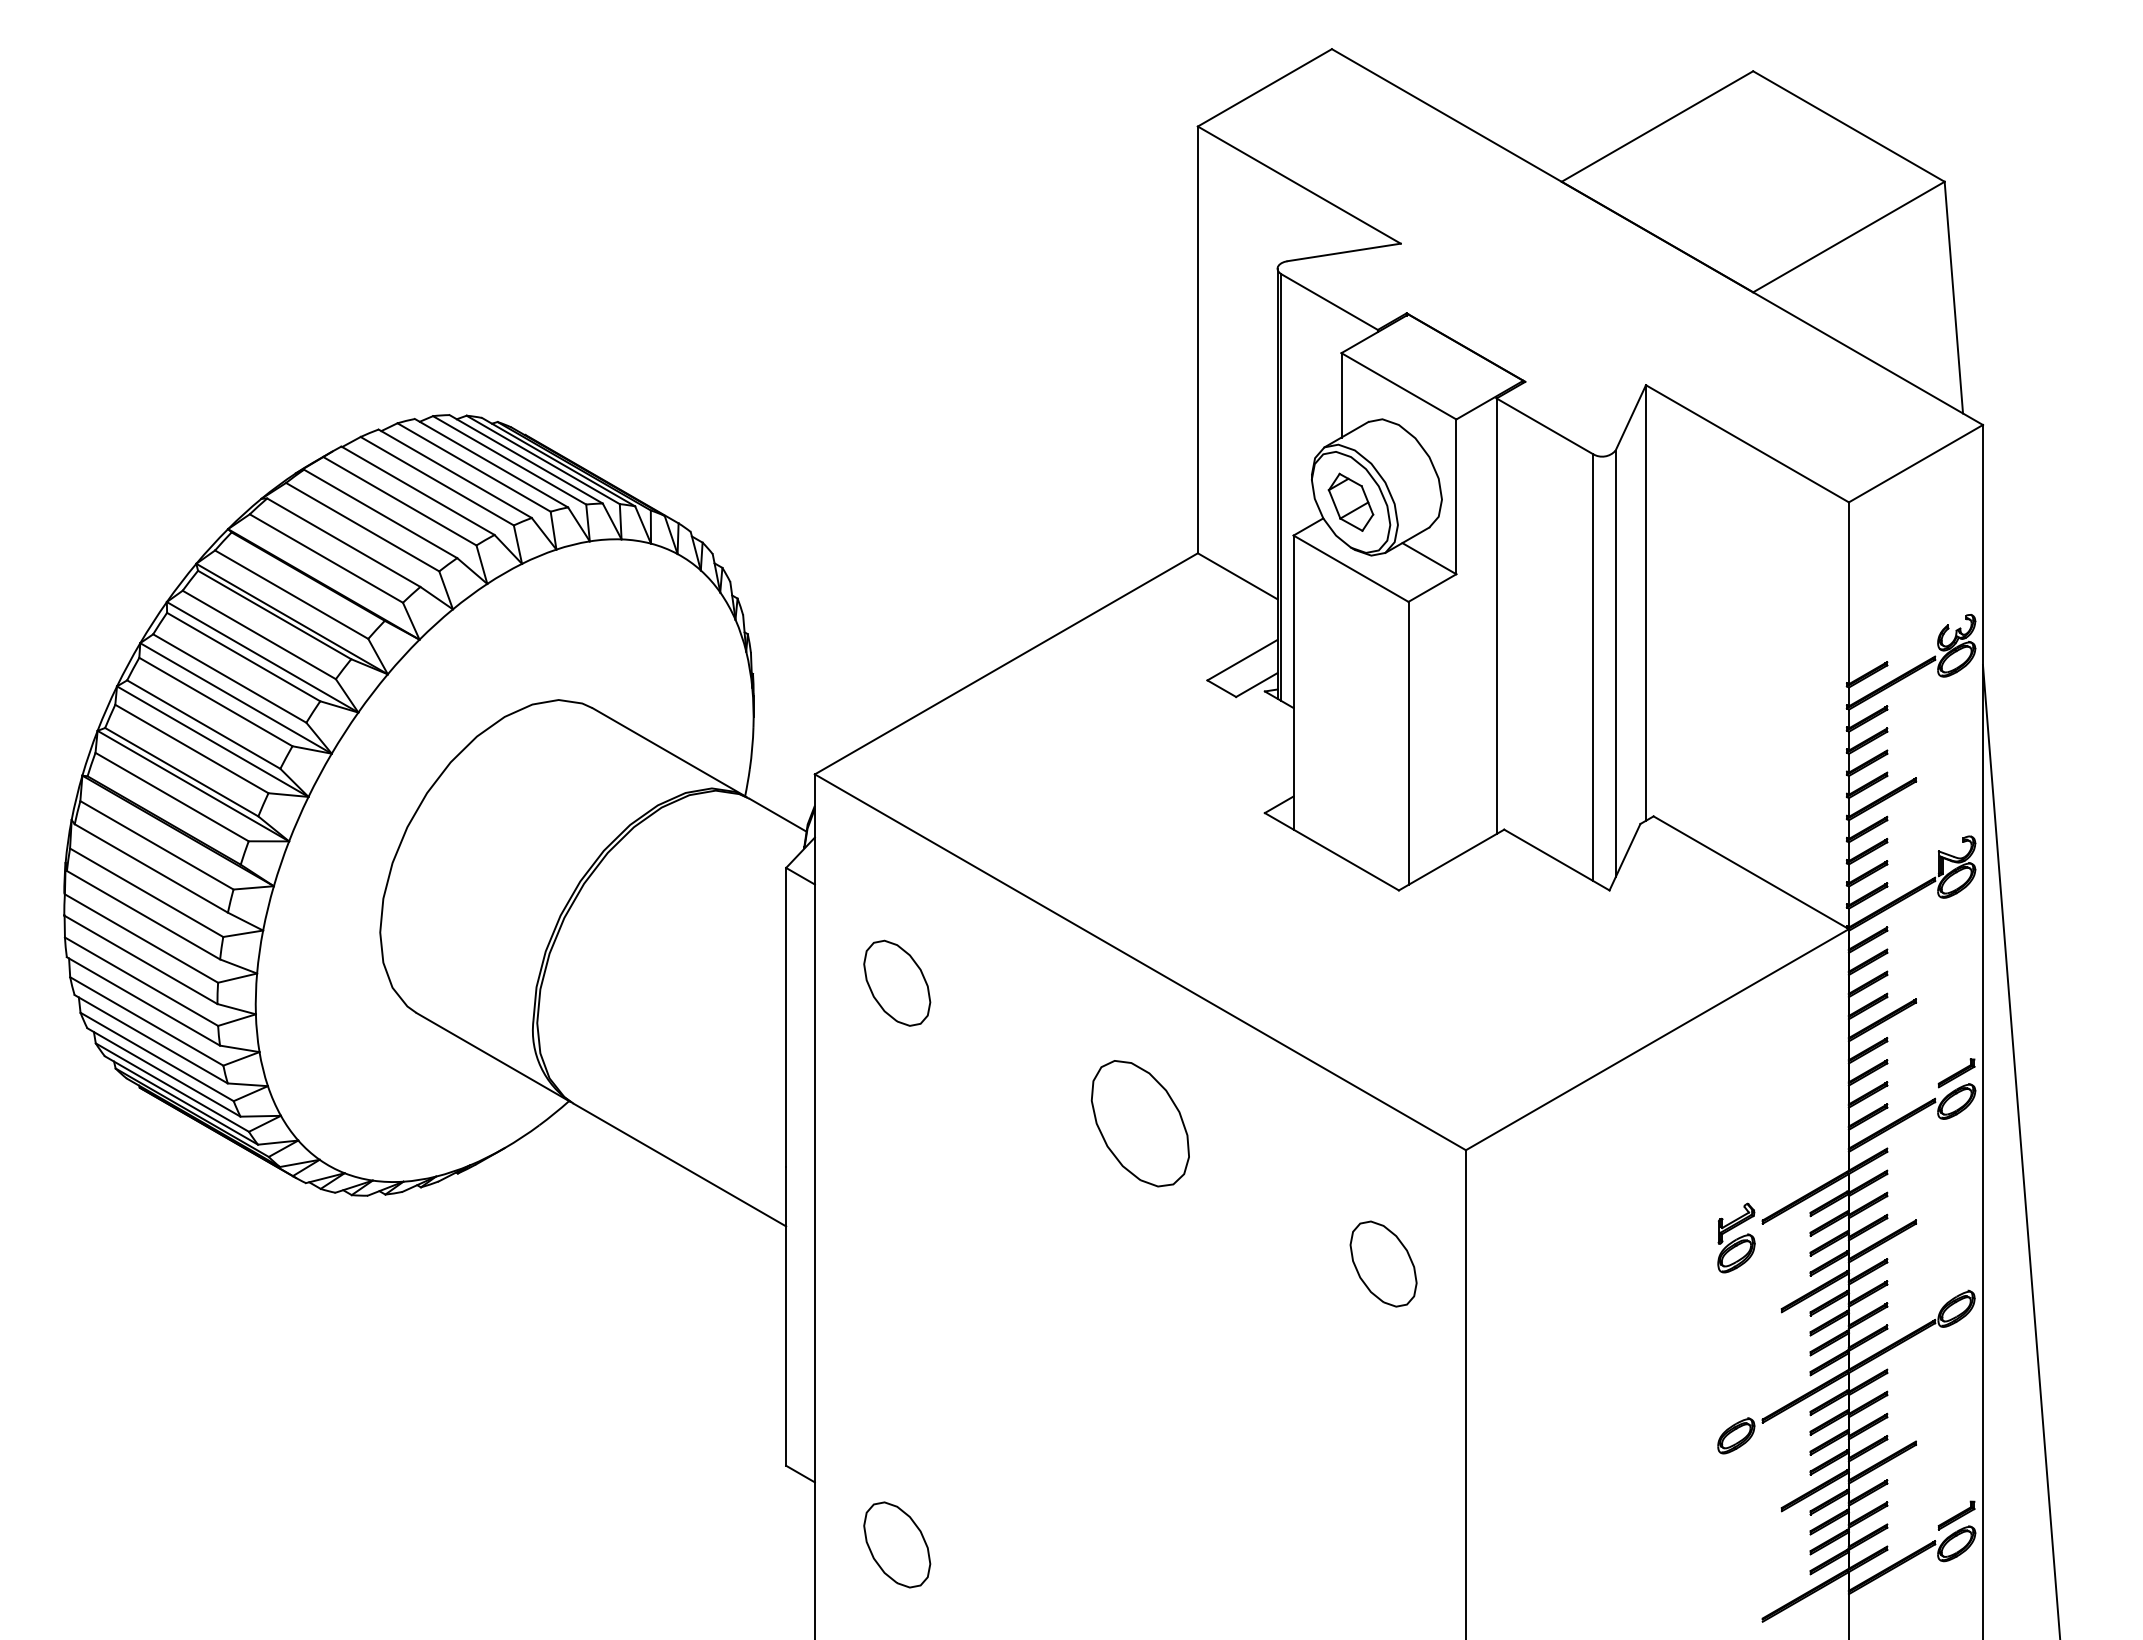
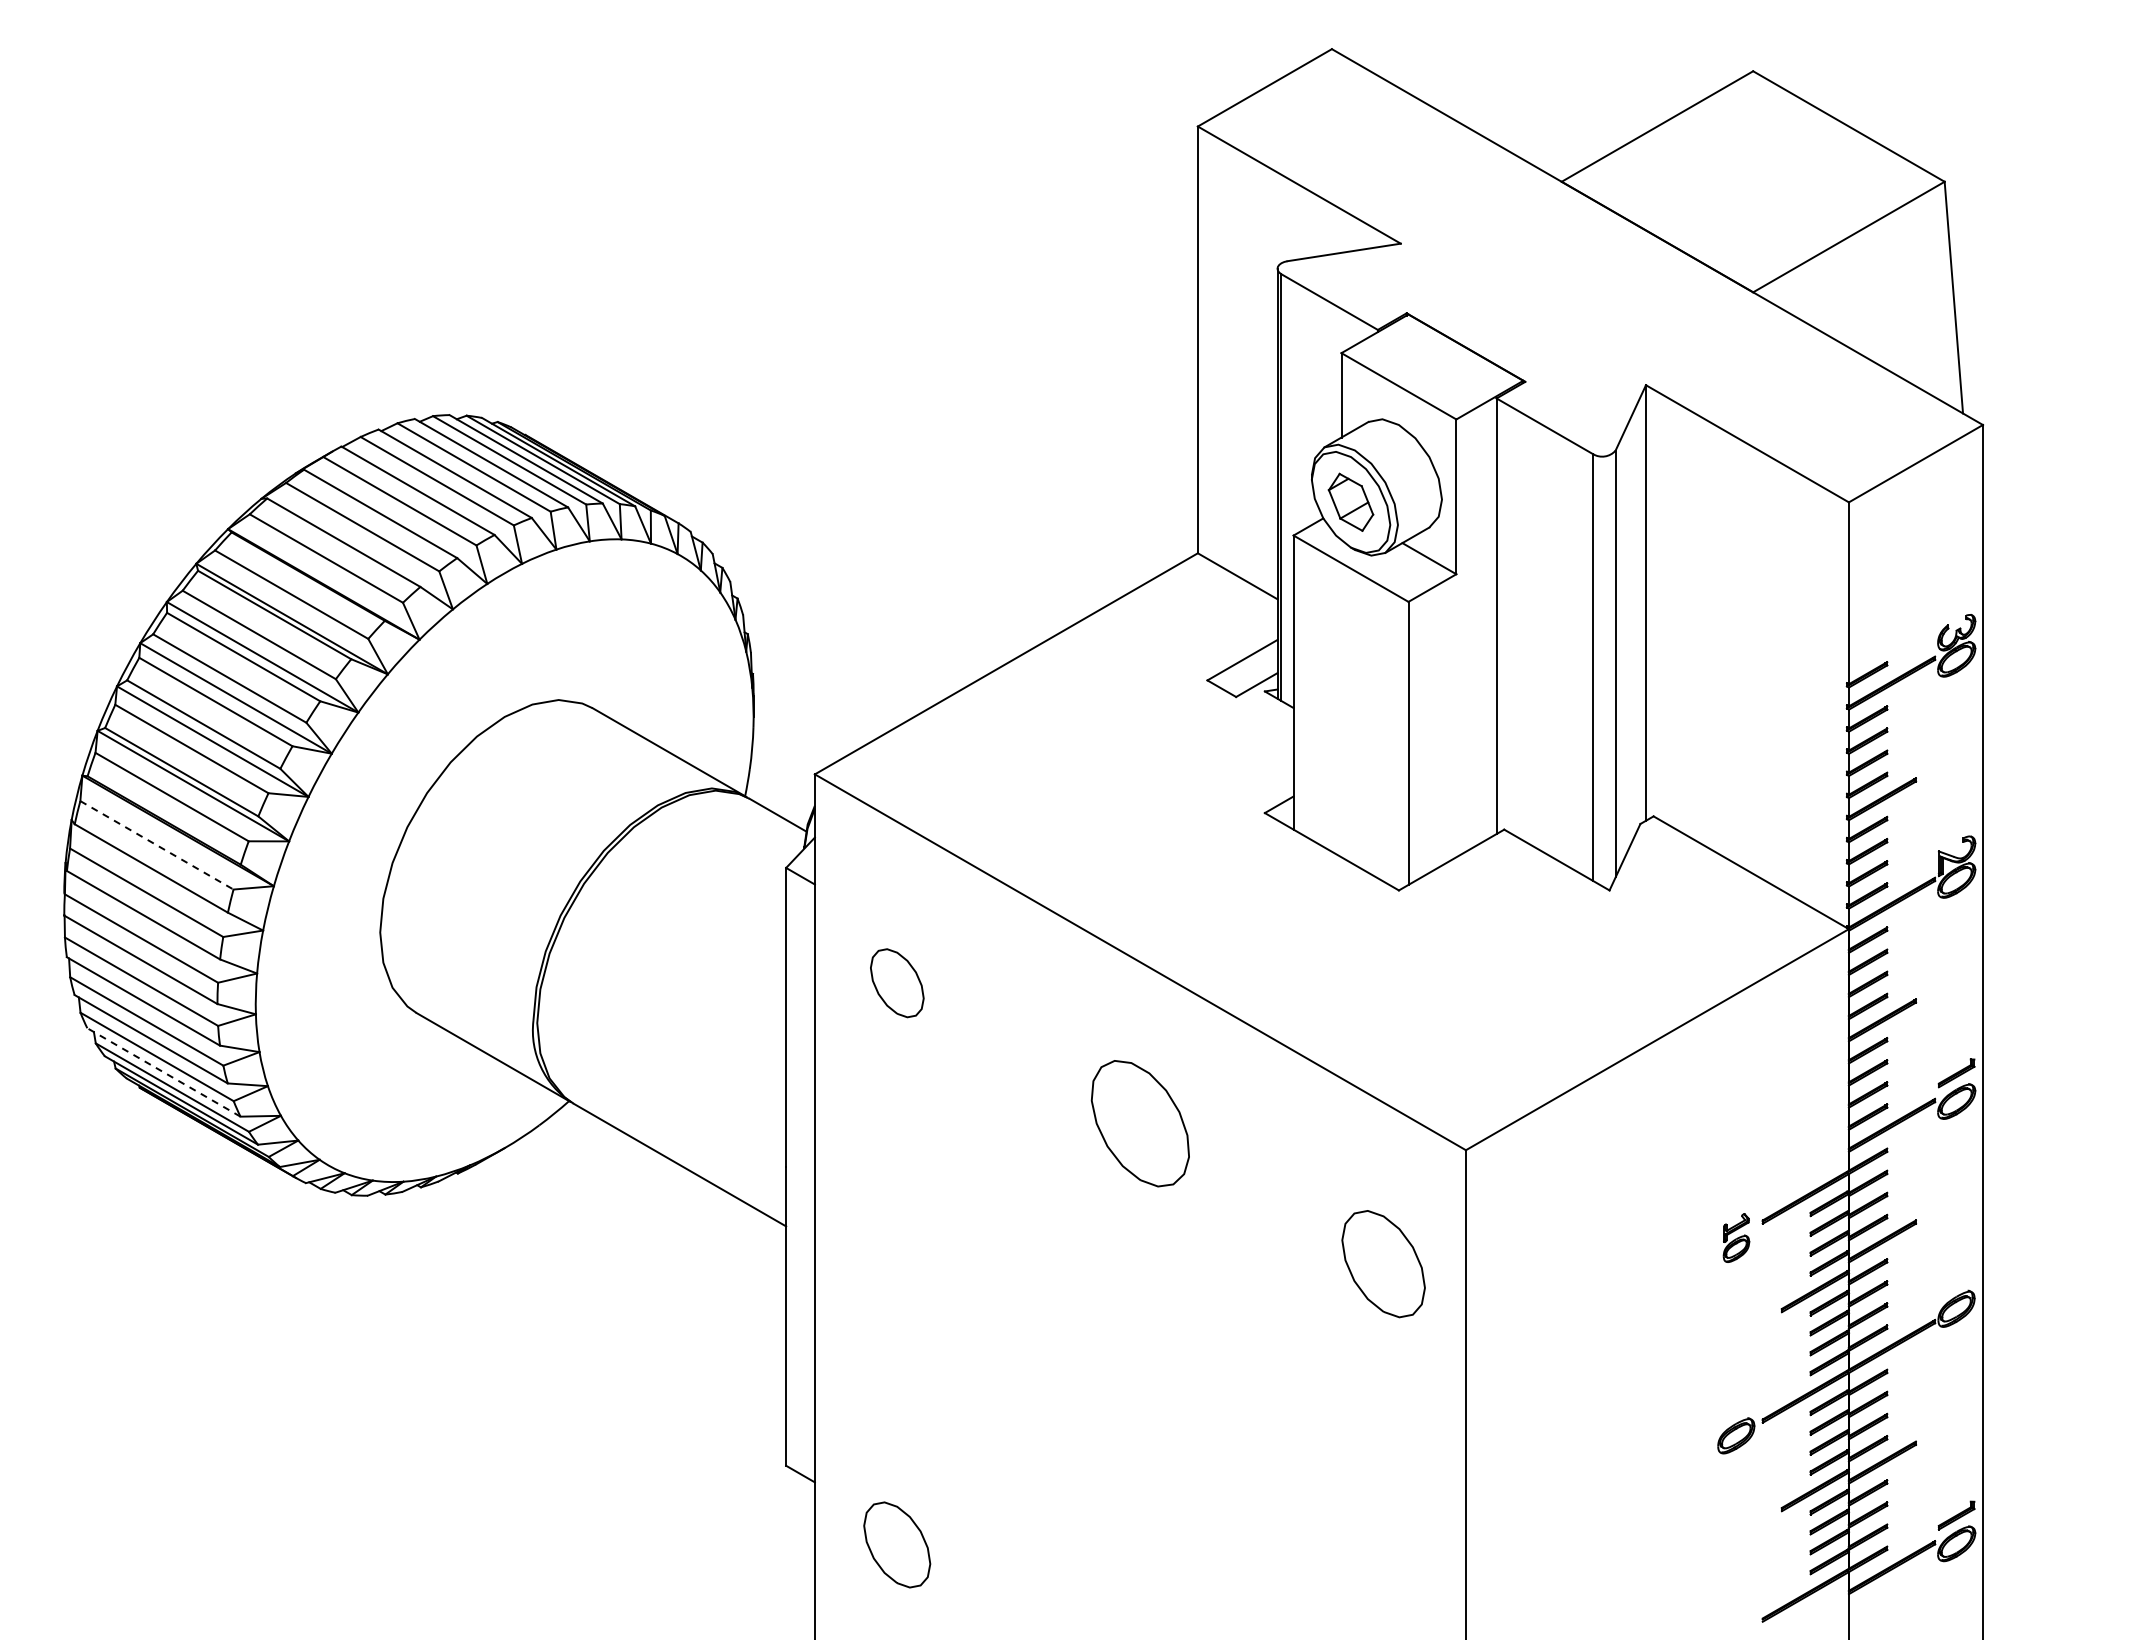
line at (157, 845): solid -> dashed
part at (897, 982) size: 69x88 px -> 55x71 px
line at (163, 1072): solid -> dashed
line at (2020, 1150): present -> none
part at (1736, 1237) size: 39x72 px -> 29x50 px
part at (1383, 1263) size: 69x88 px -> 85x109 px
